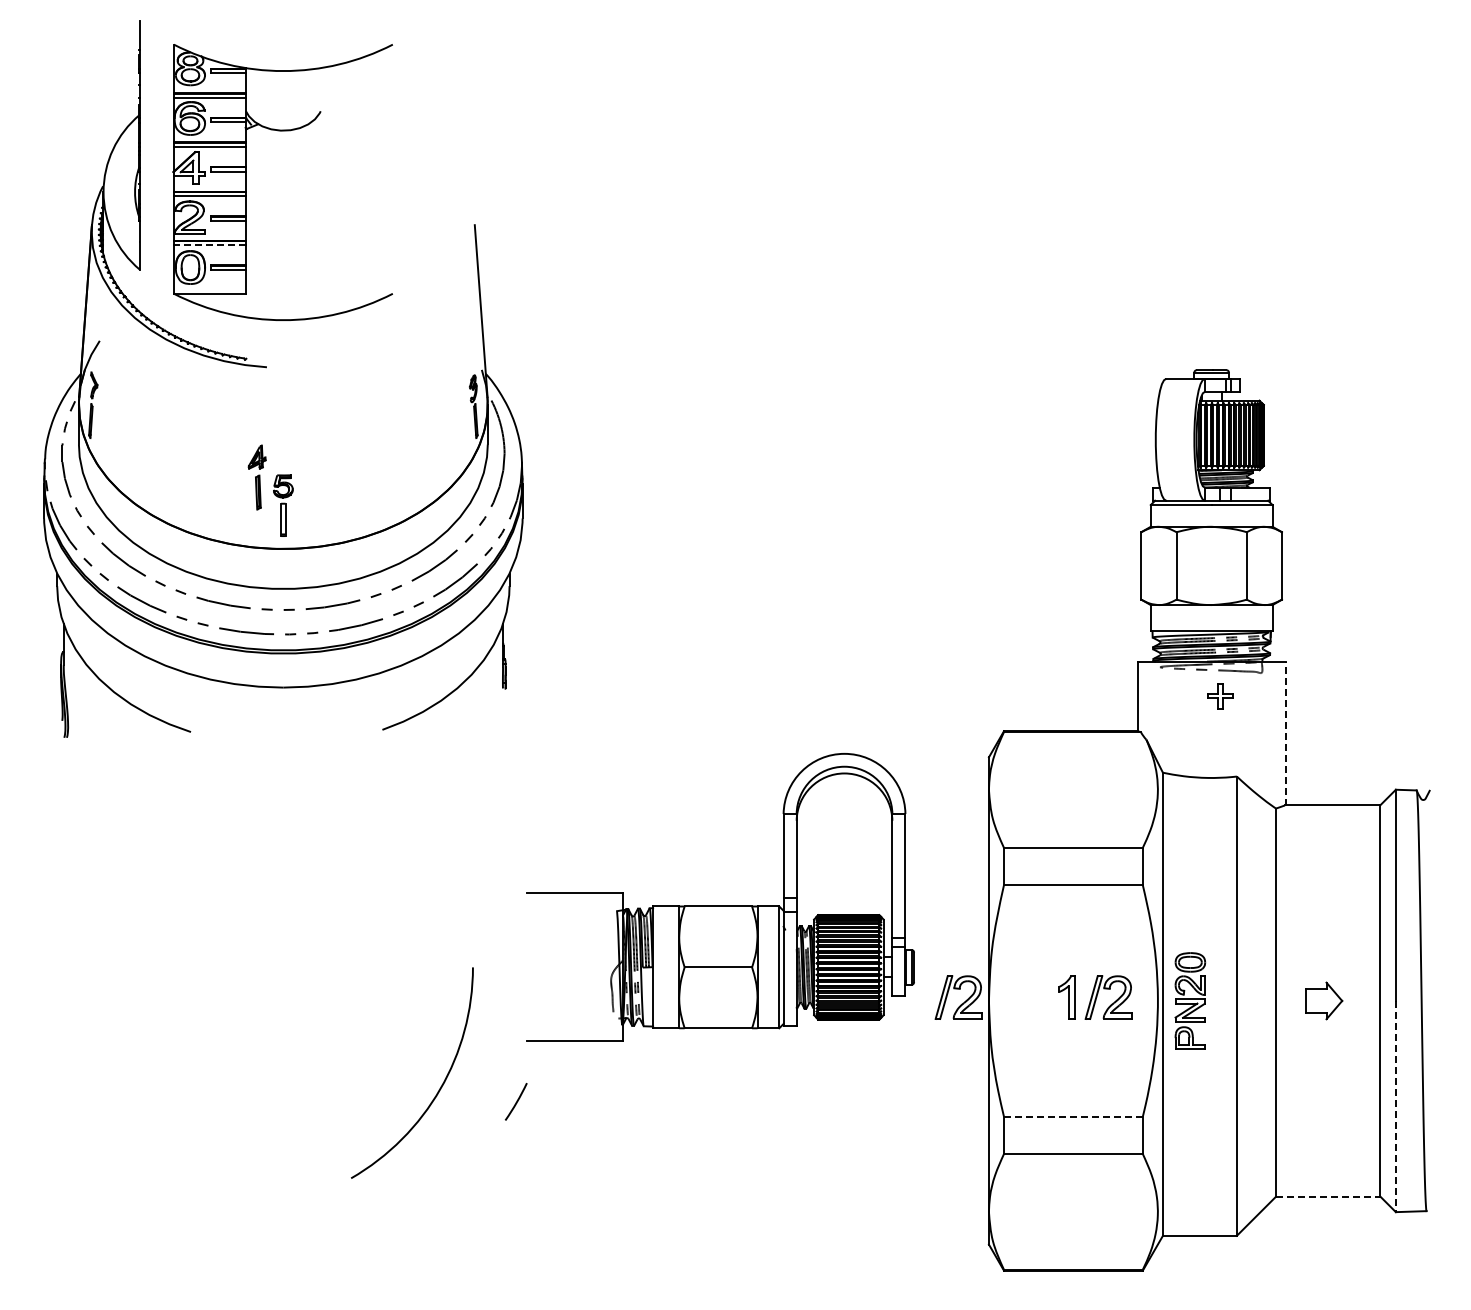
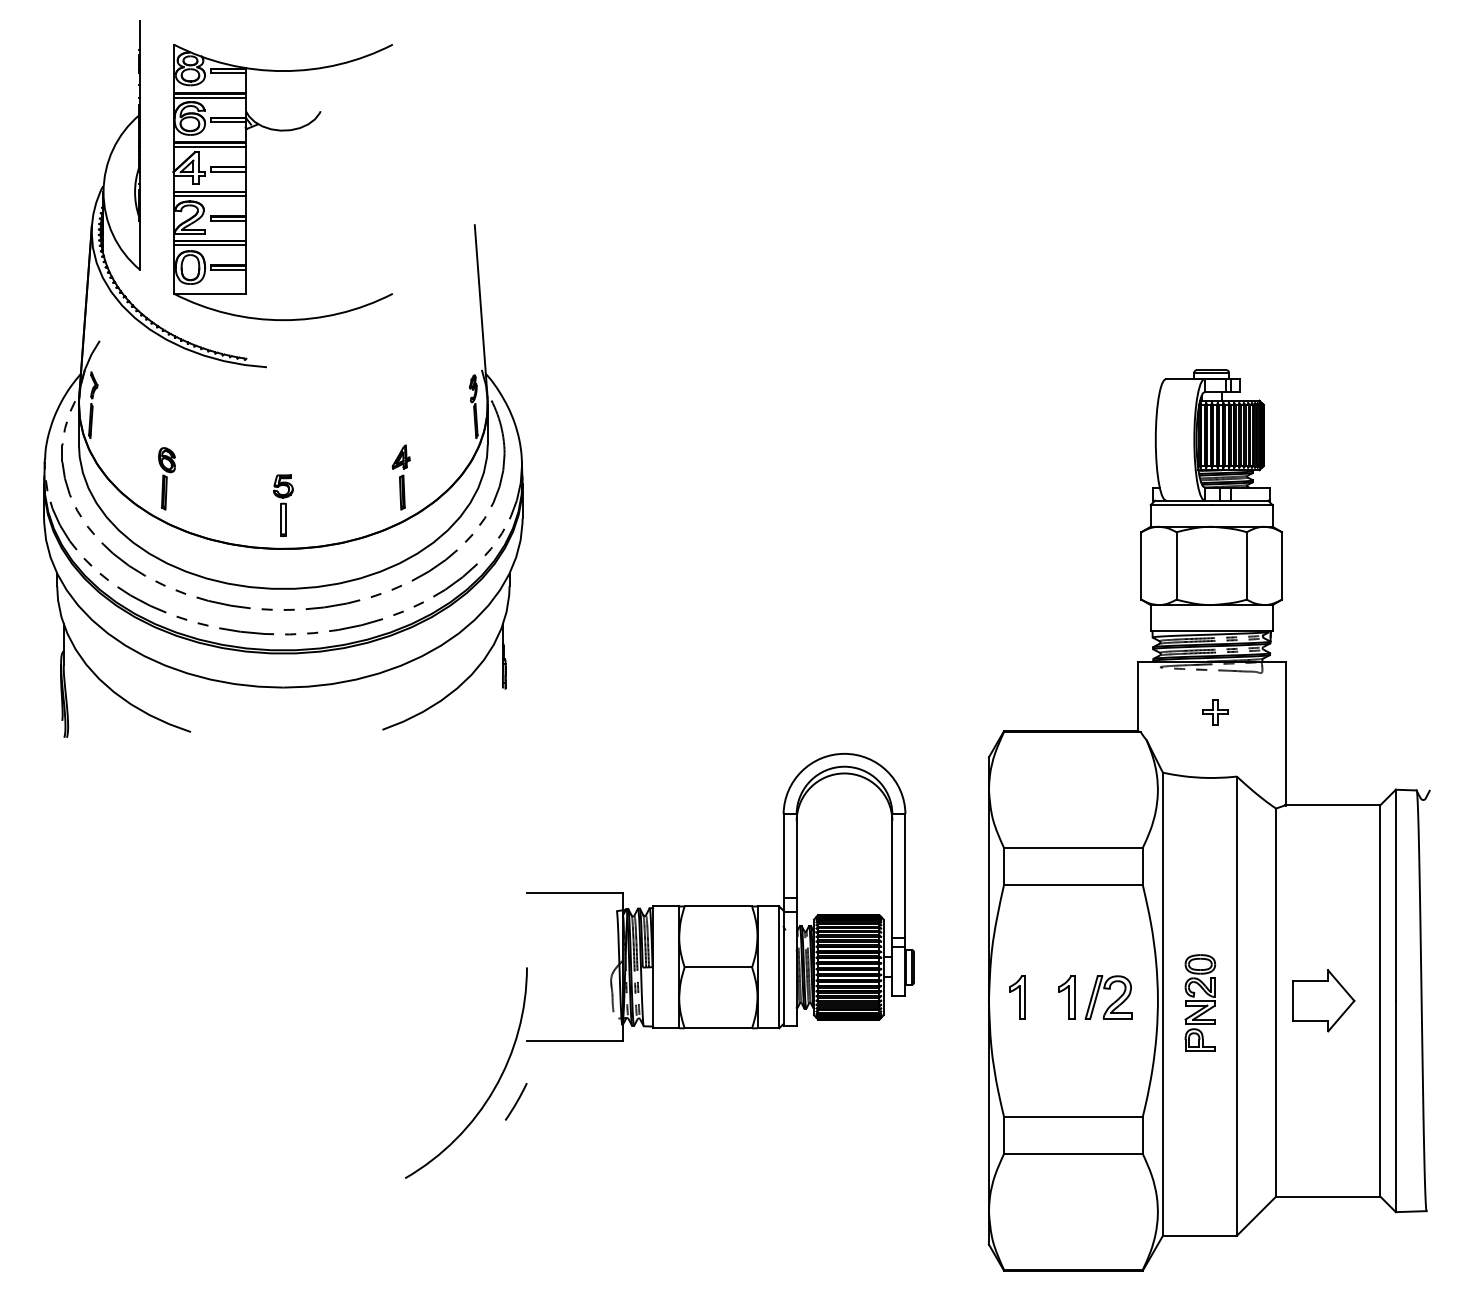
line at (209, 245): dashed -> solid
part at (256, 477) position: (256, 477) -> (400, 477)
part at (166, 478): none -> present
part at (1220, 696) position: (1220, 696) -> (1215, 712)
line at (1285, 733): dashed -> solid
part at (1017, 997): none -> present
part at (1190, 1000) position: (1190, 1000) -> (1200, 1002)
part at (1324, 1000) size: 39x40 px -> 64x64 px
part at (961, 1003): present -> none
arc at (440, 1086) position: (440, 1086) -> (494, 1086)
line at (1395, 1106): dashed -> solid
line at (1073, 1116): dashed -> solid
line at (1328, 1196): dashed -> solid
